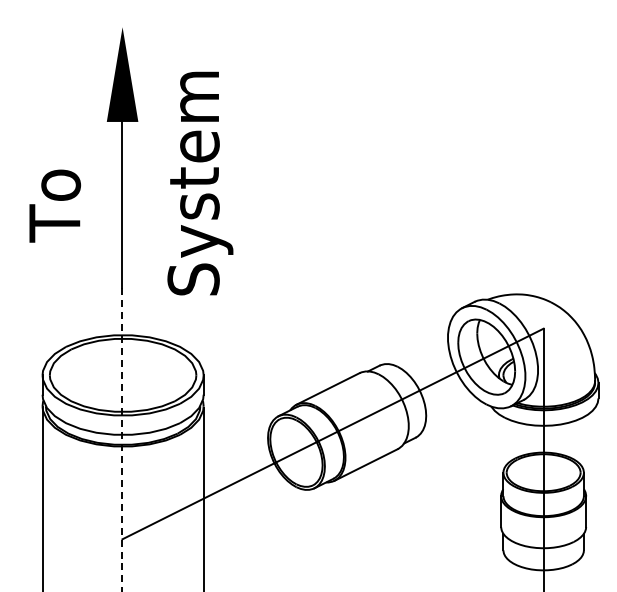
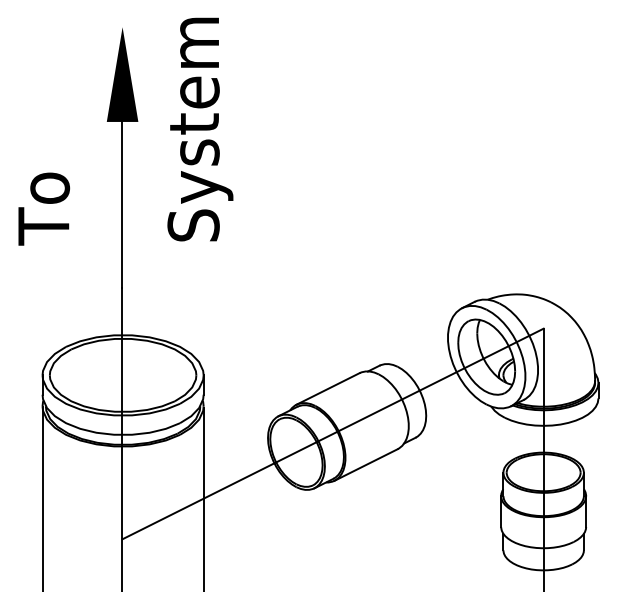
text at (200, 183) position: (200, 183) -> (200, 129)
text at (55, 205) position: (55, 205) -> (44, 208)
line at (122, 439): dashed -> solid
